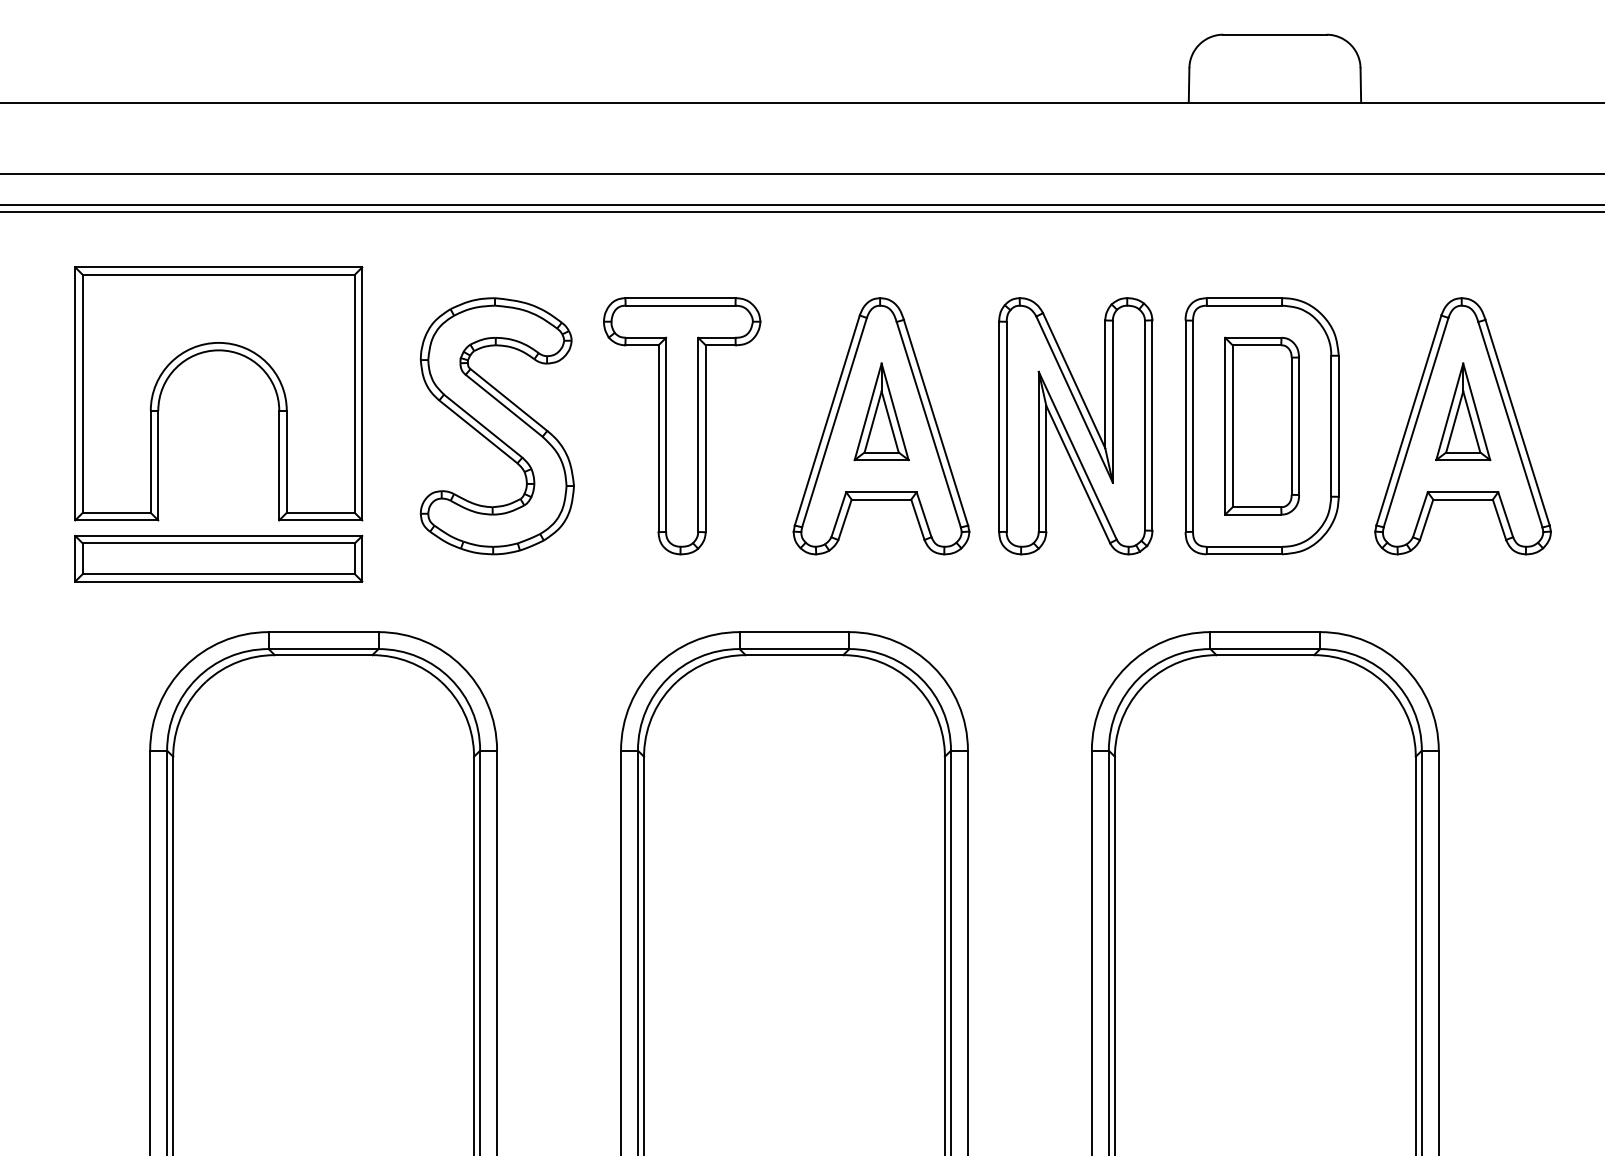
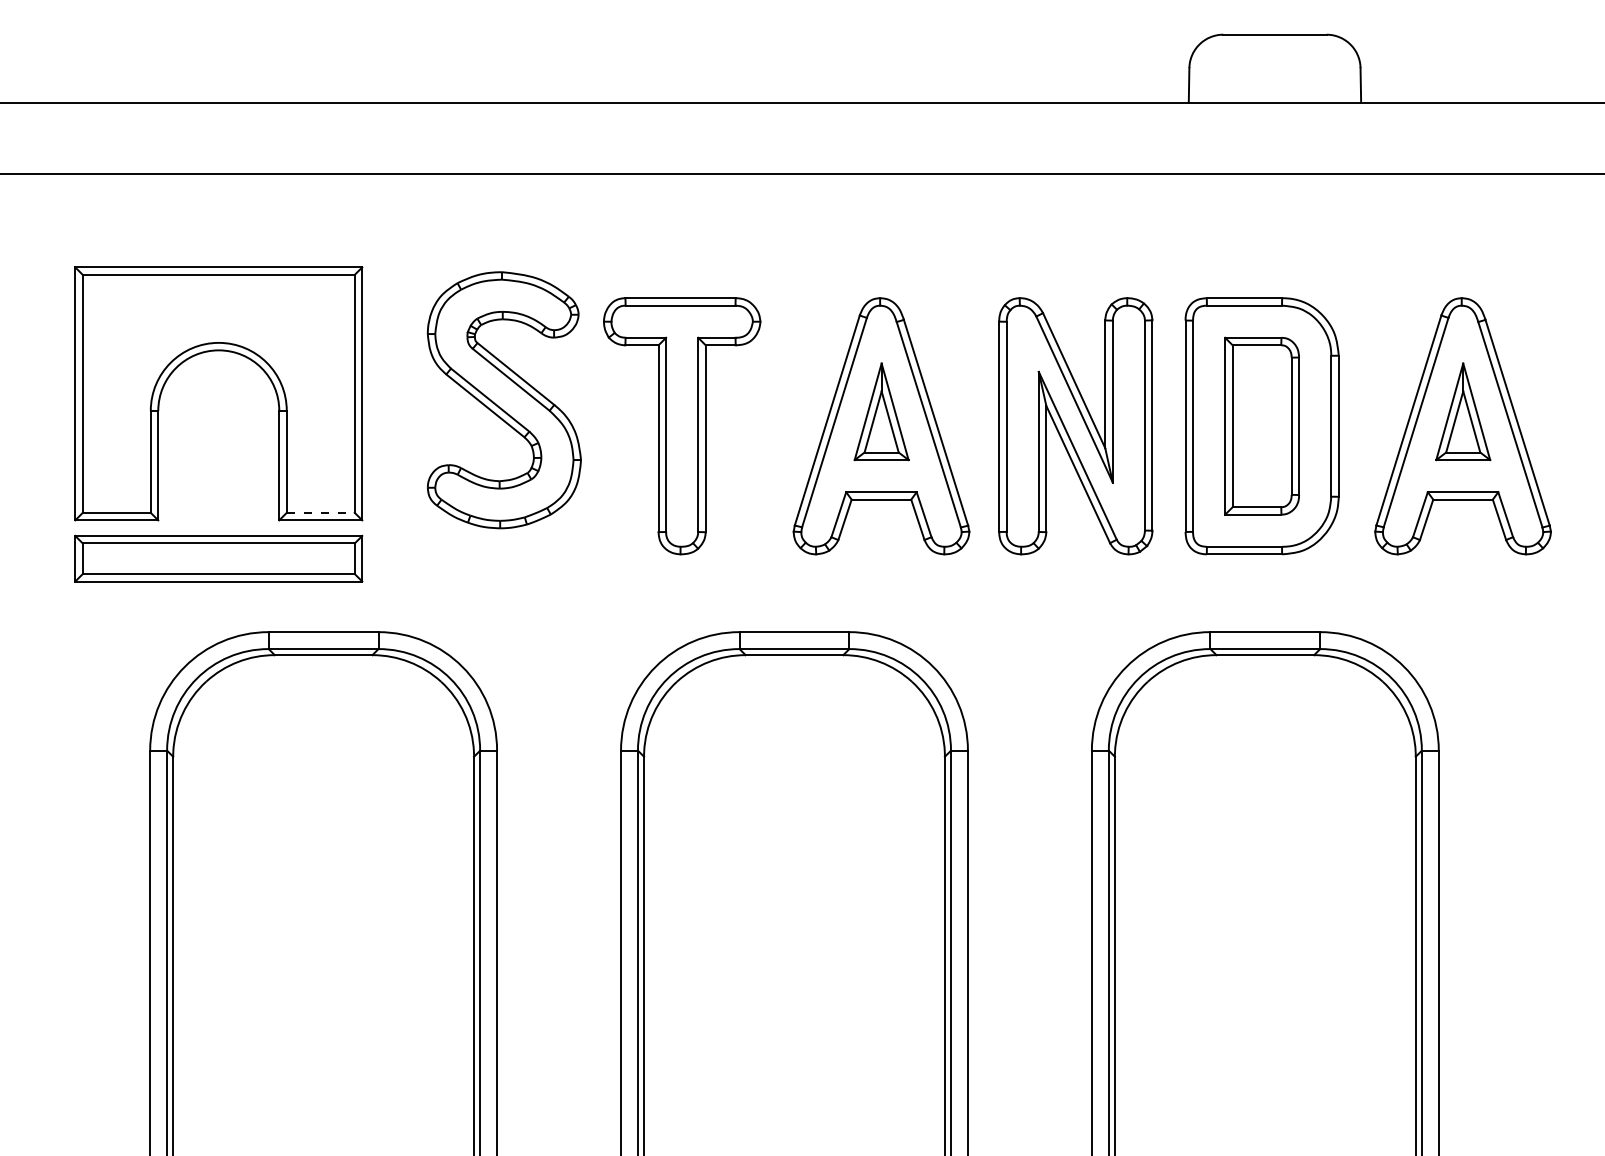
line at (801, 204): present -> none
line at (801, 212): present -> none
part at (496, 426) position: (496, 426) -> (503, 400)
line at (320, 512): solid -> dashed
